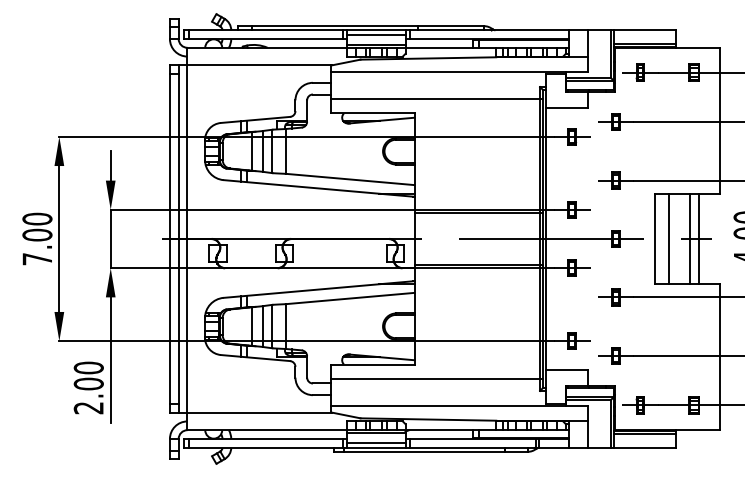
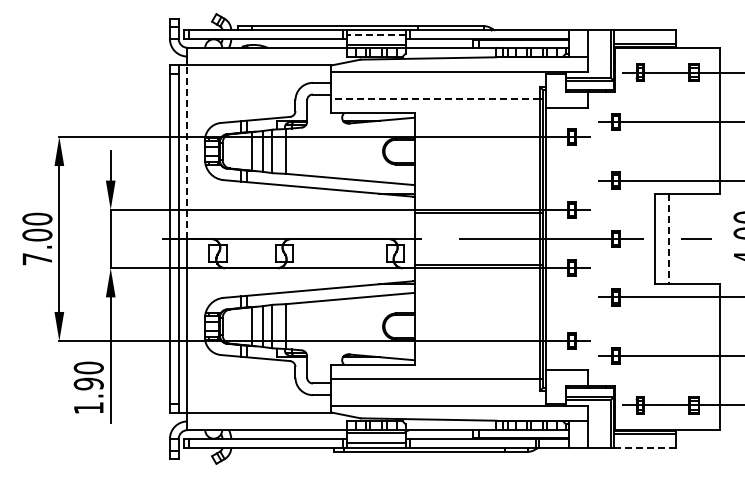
line at (375, 35): solid -> dashed
line at (435, 98): solid -> dashed
line at (187, 152): solid -> dashed
line at (689, 238): present -> none
line at (698, 238): present -> none
line at (669, 239): solid -> dashed
text at (88, 395): 2.00 -> 1.90
line at (645, 447): solid -> dashed
